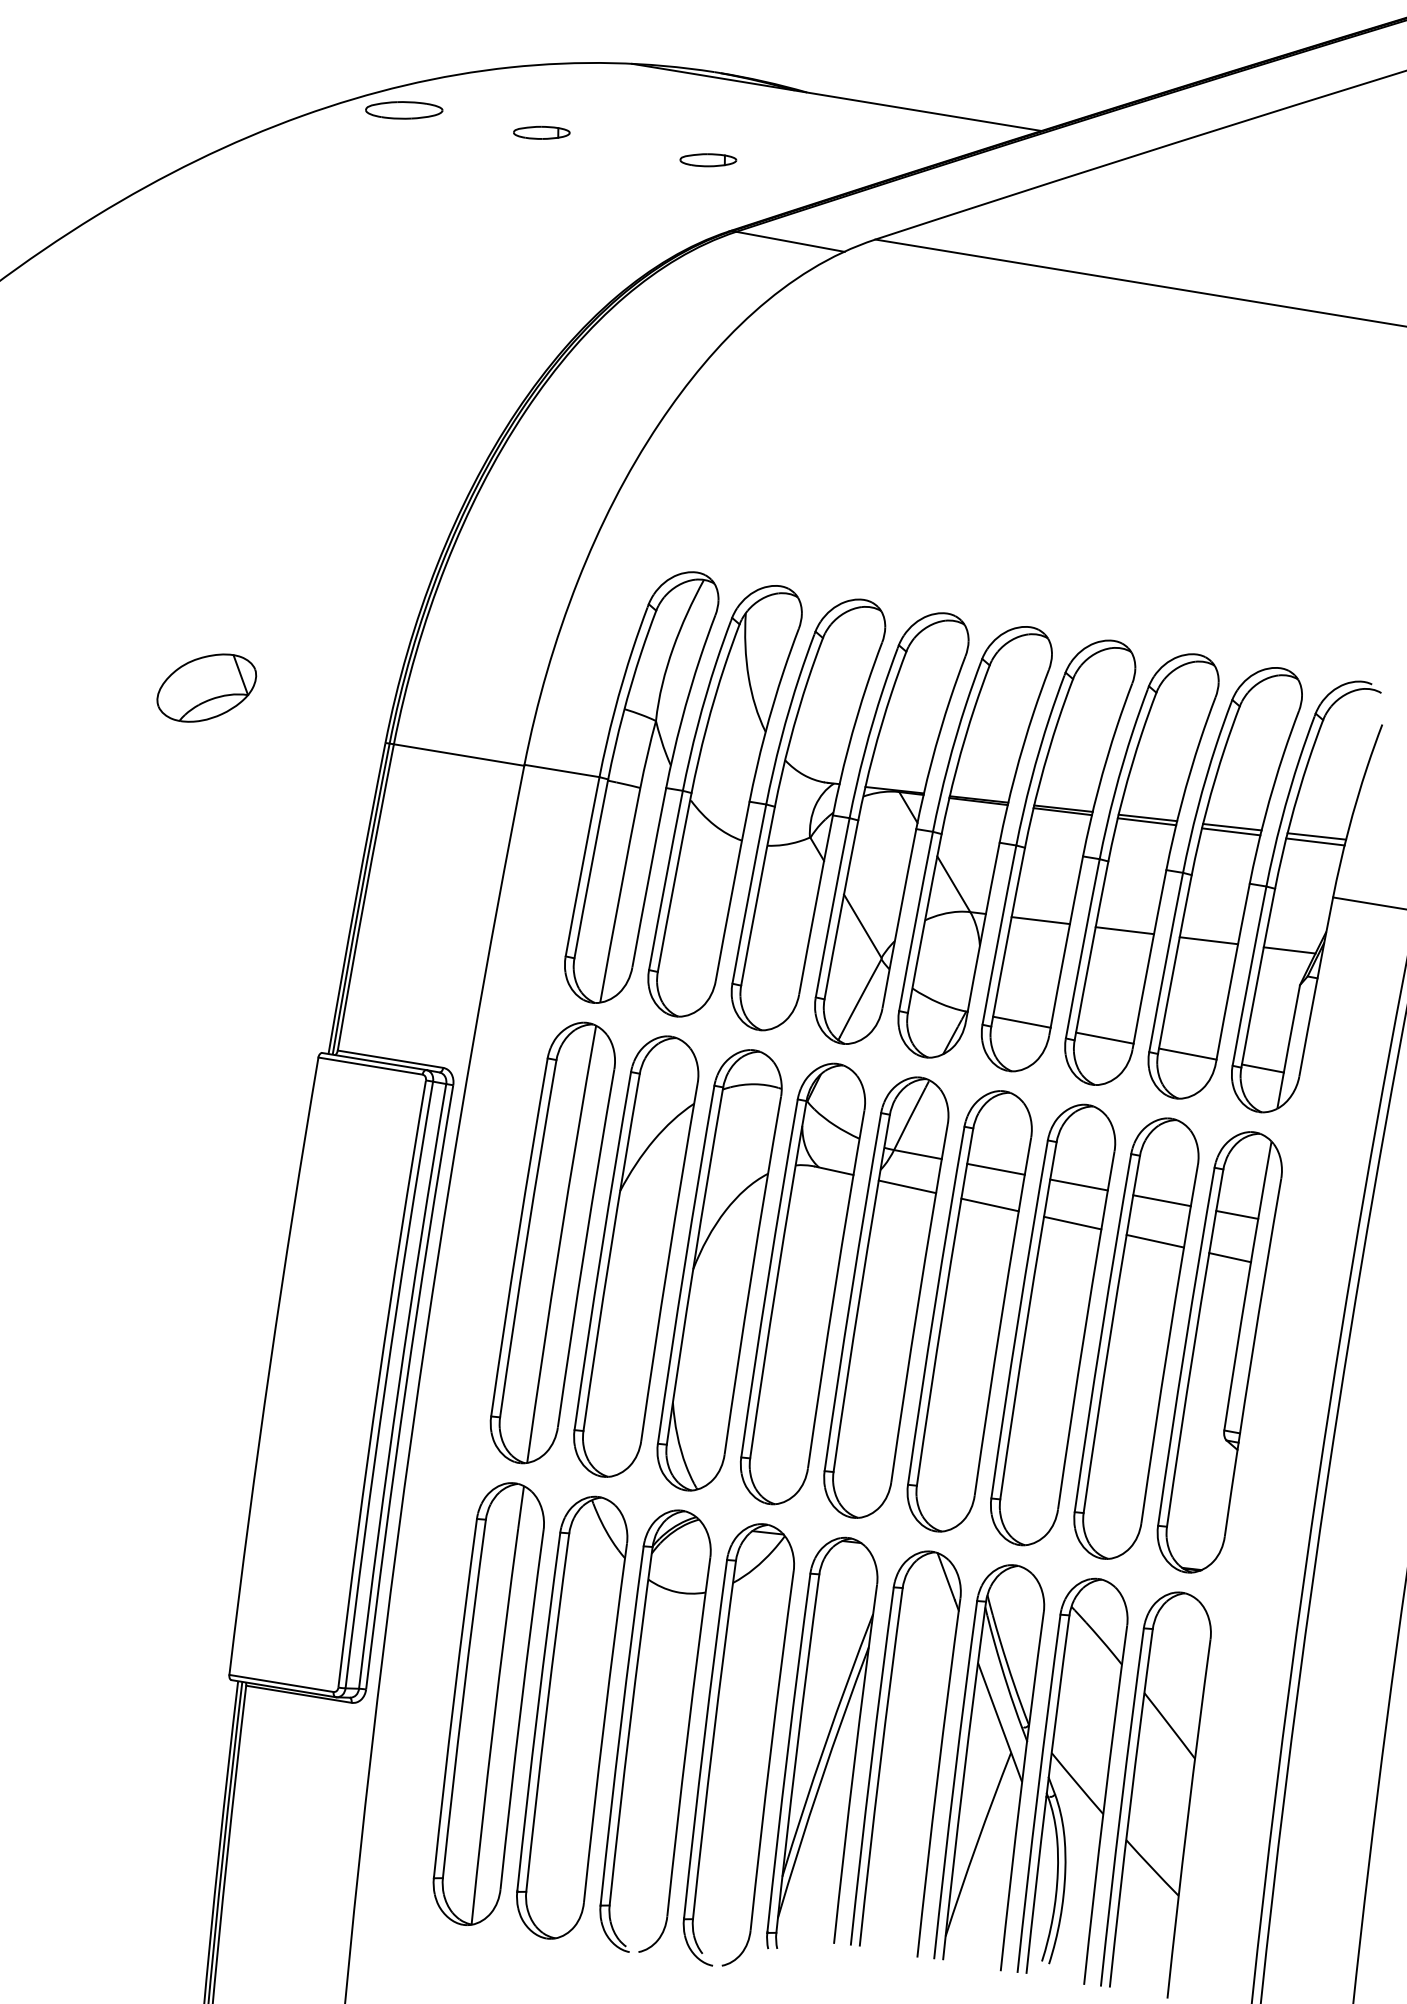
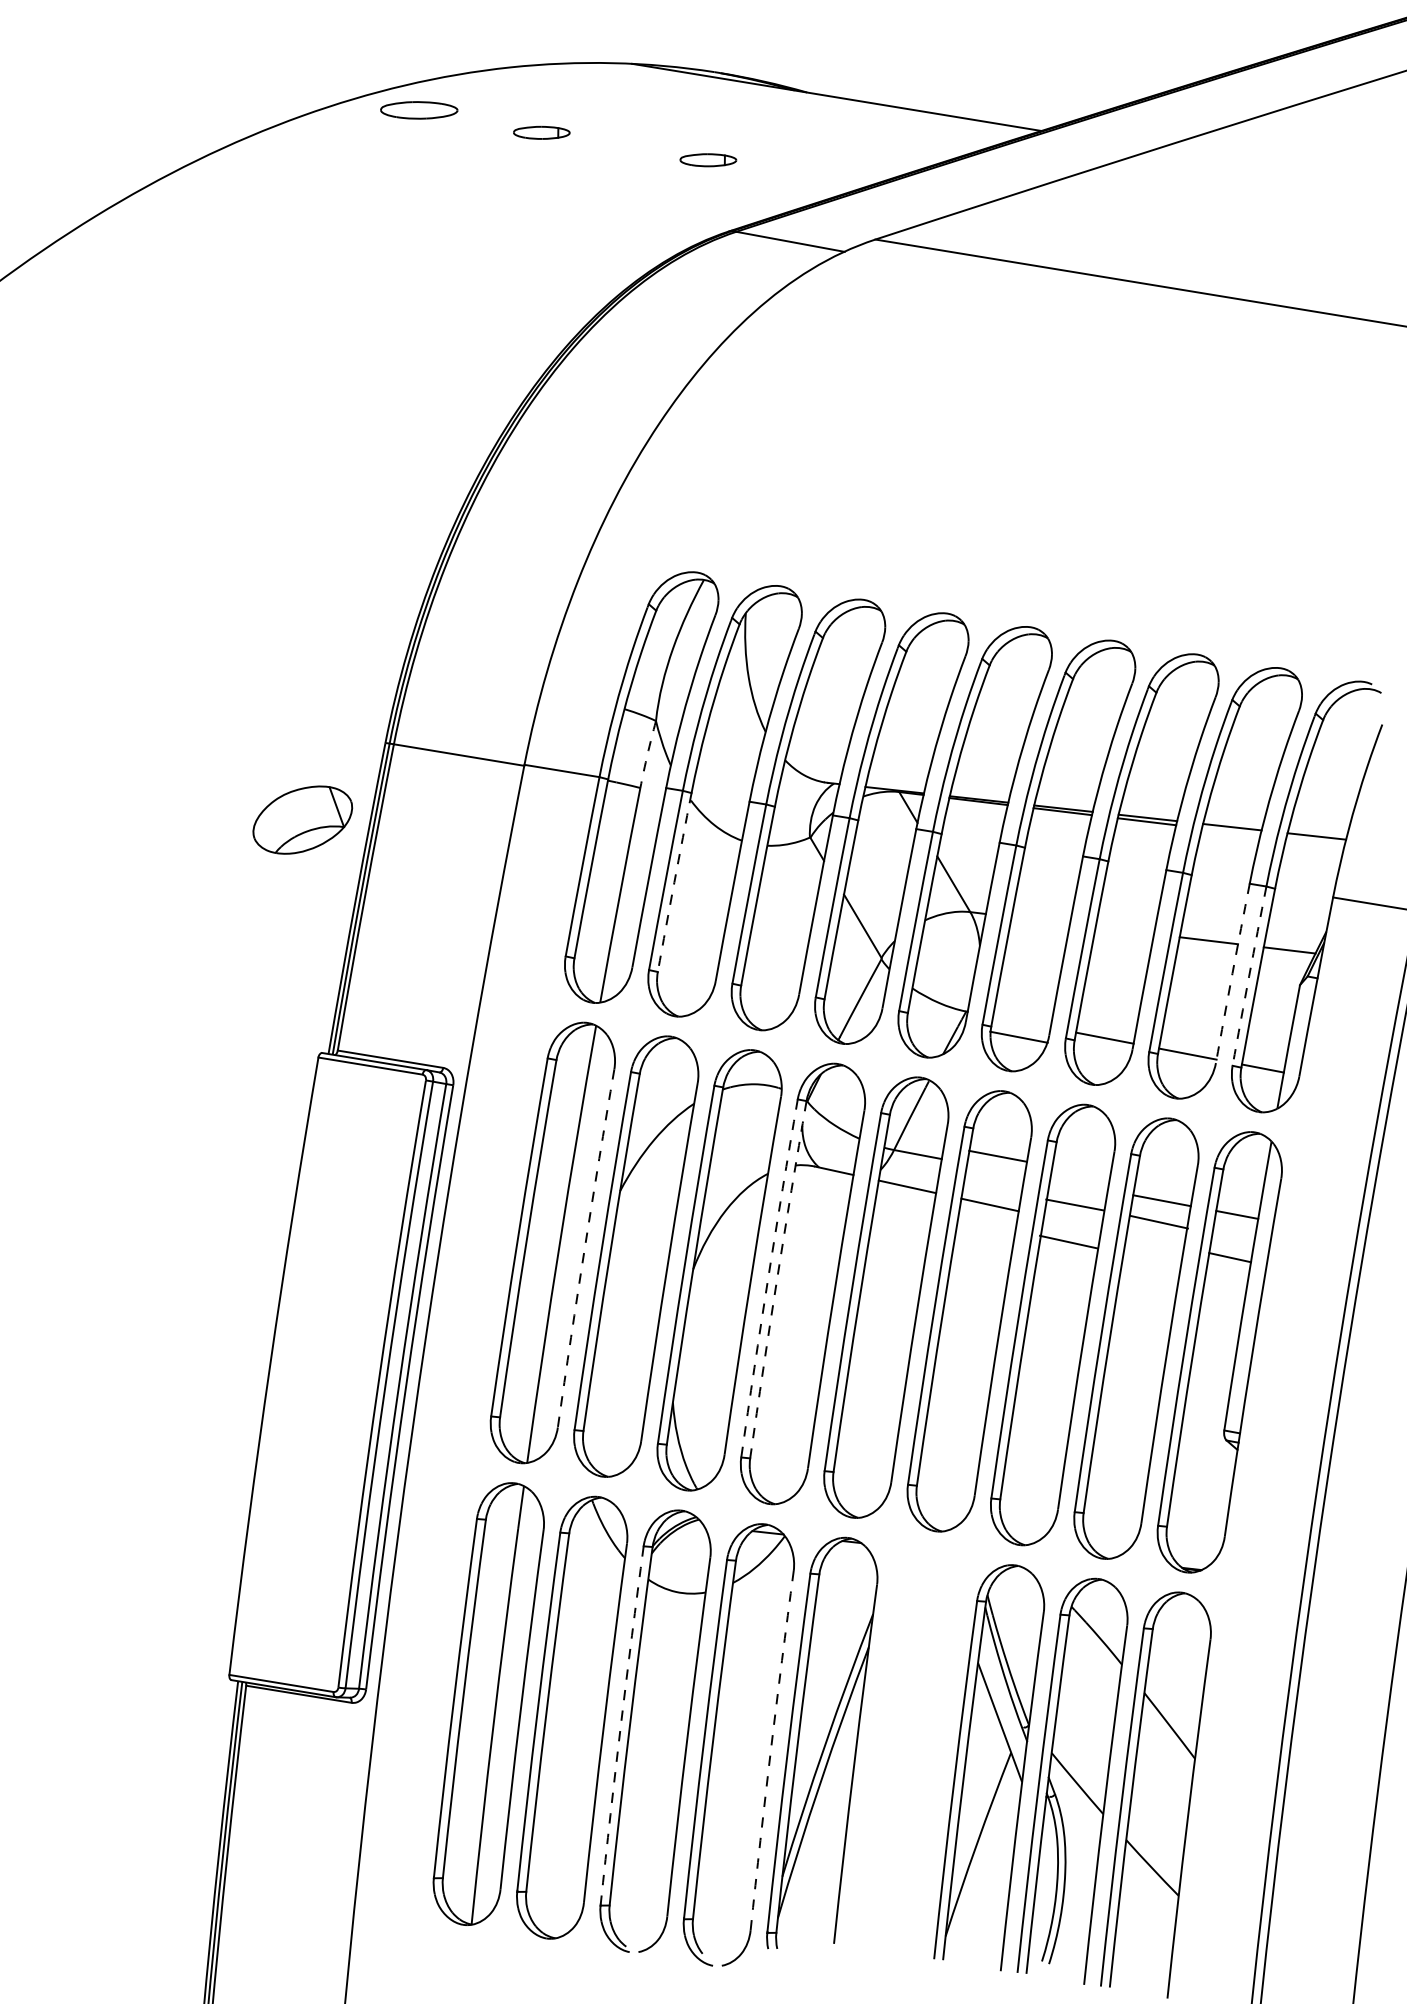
part at (404, 110) position: (404, 110) -> (419, 110)
part at (206, 687) position: (206, 687) -> (302, 819)
arc at (647, 754): solid -> dashed
line at (1231, 831): present -> none
line at (1315, 841): present -> none
arc at (674, 882): solid -> dashed
line at (1040, 920): present -> none
line at (1124, 930): present -> none
arc at (1232, 973): solid -> dashed
arc at (1249, 976): solid -> dashed
line at (1021, 1021) position: (1021, 1021) -> (1018, 1036)
line at (995, 1168) position: (995, 1168) -> (997, 1155)
line at (1078, 1184) position: (1078, 1184) -> (1074, 1204)
line at (1072, 1222) position: (1072, 1222) -> (1068, 1241)
line at (1154, 1240) position: (1154, 1240) -> (1158, 1221)
arc at (584, 1248): solid -> dashed
arc at (768, 1278): solid -> dashed
arc at (777, 1279): solid -> dashed
arc at (620, 1725): solid -> dashed
part at (883, 1748): present -> none
arc at (770, 1750): solid -> dashed
